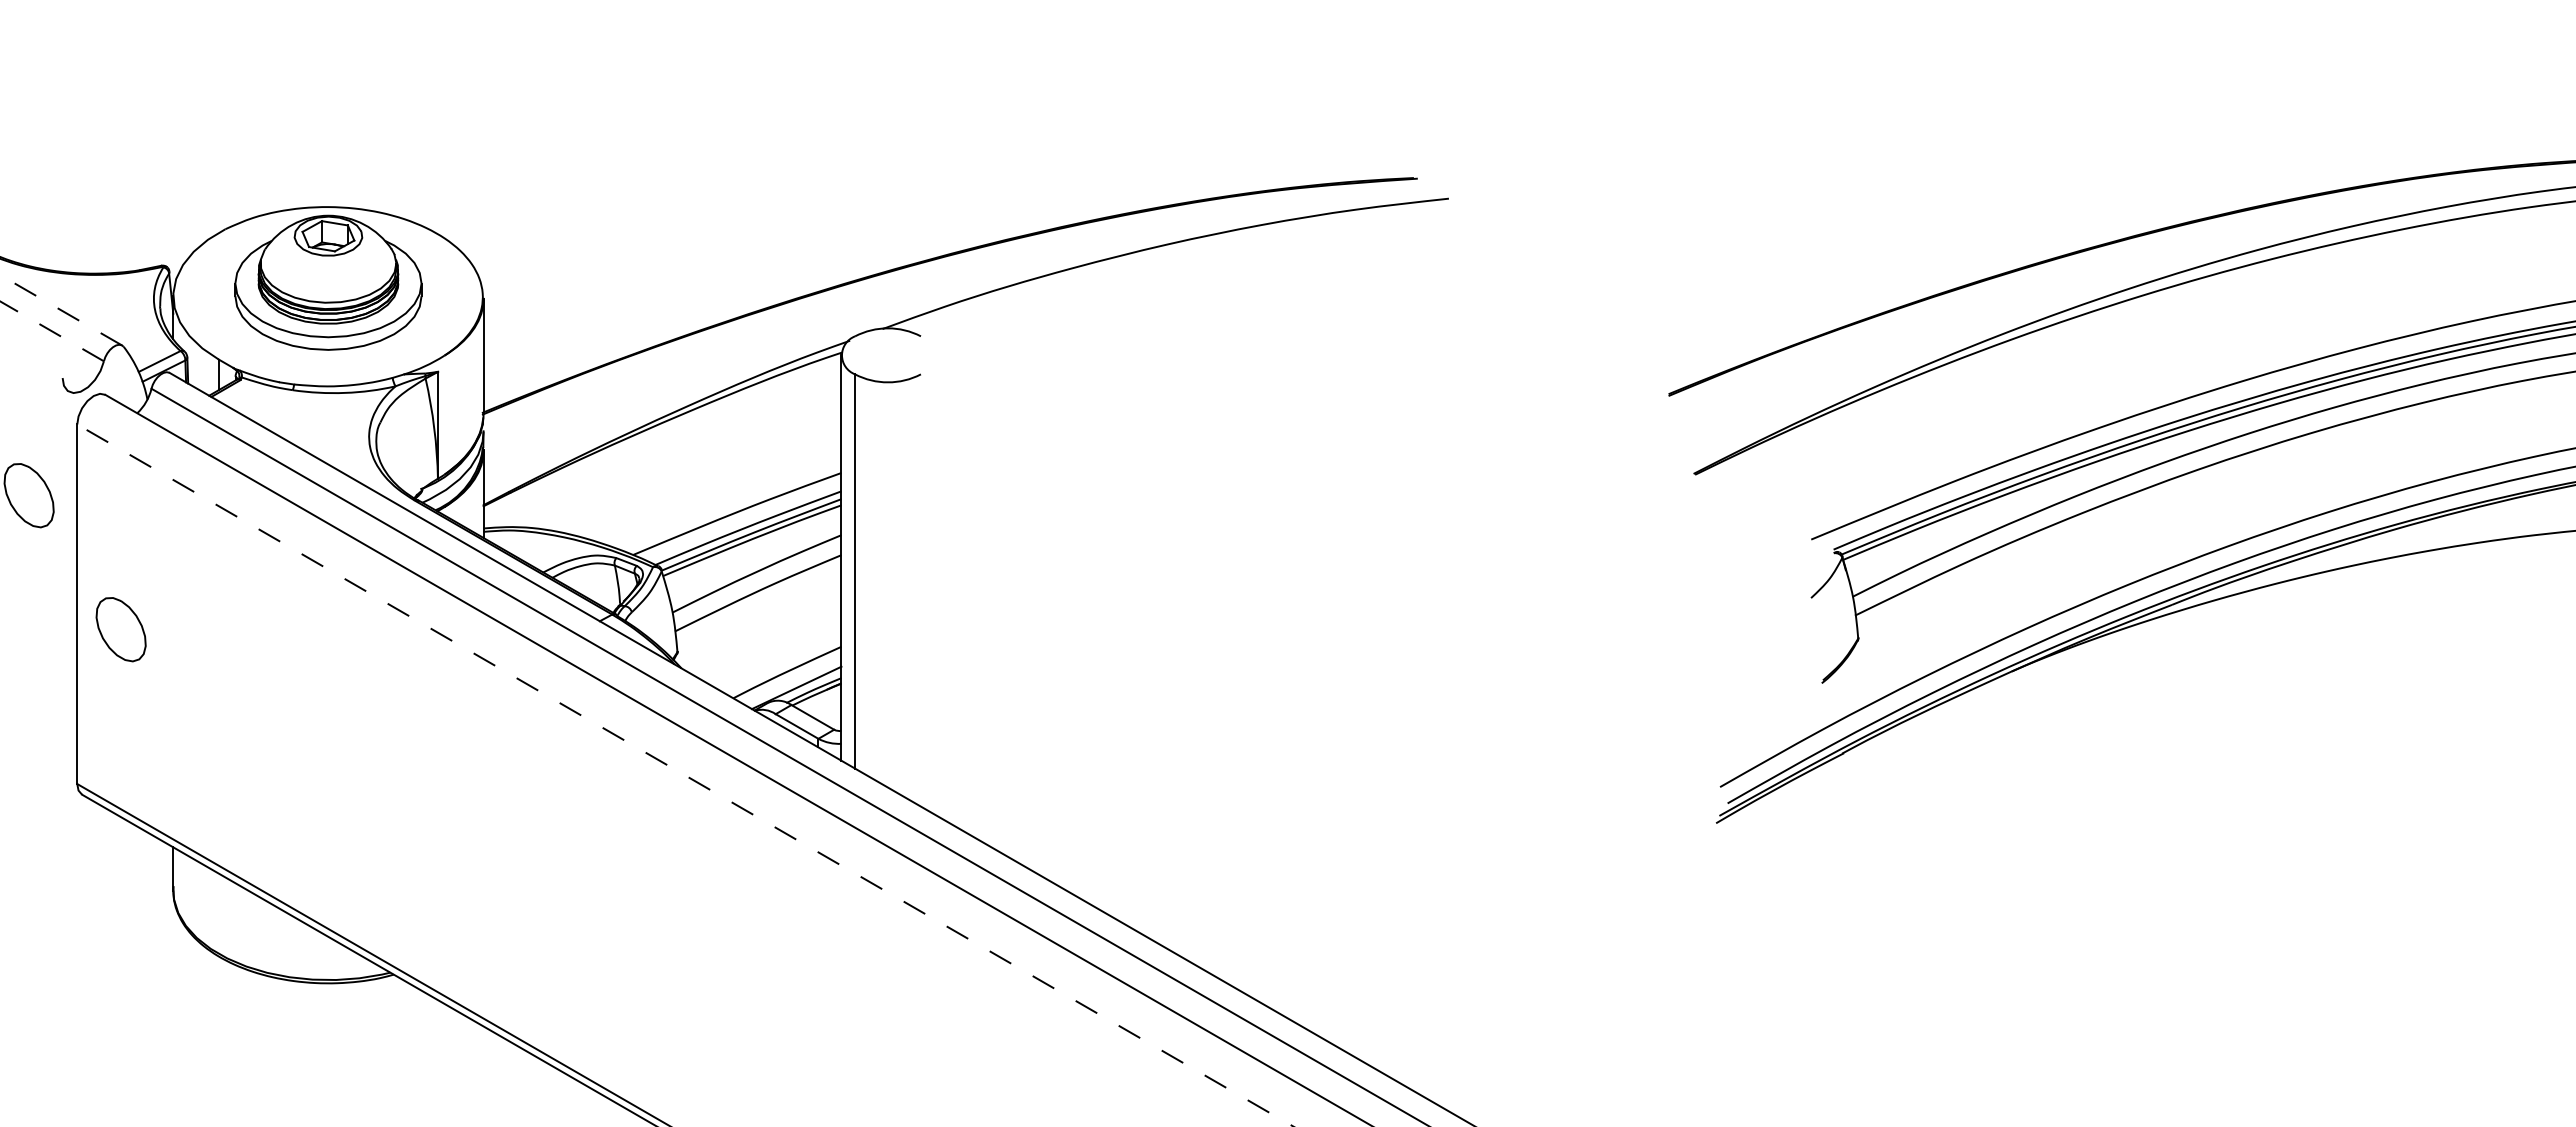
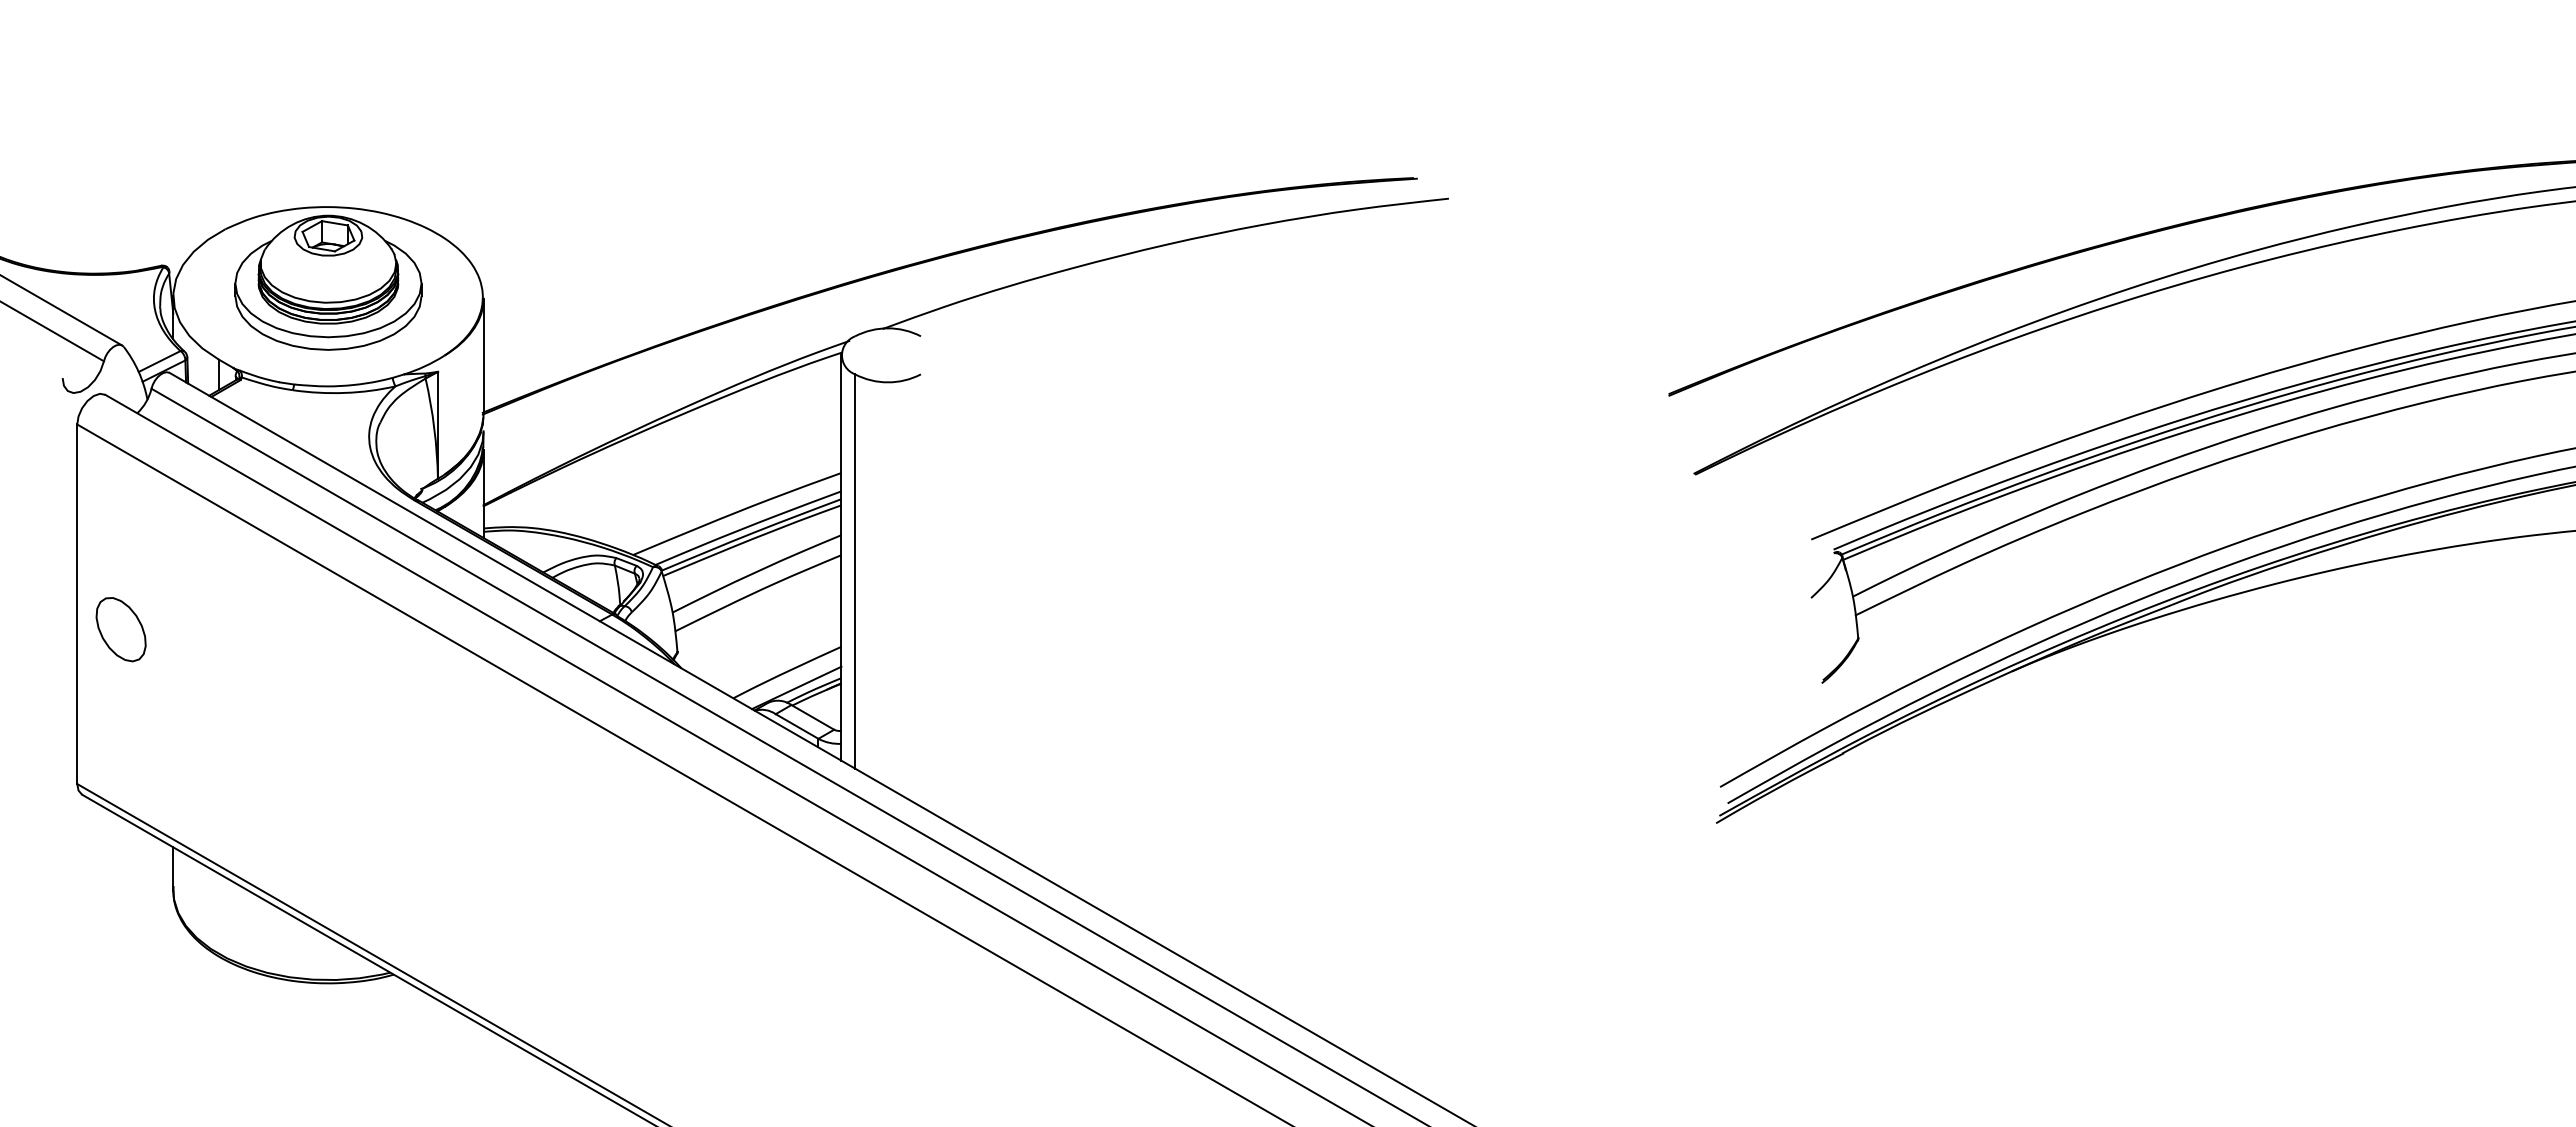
line at (60, 310): dashed -> solid
line at (52, 331): dashed -> solid
part at (28, 495): present -> none
line at (685, 775): dashed -> solid
